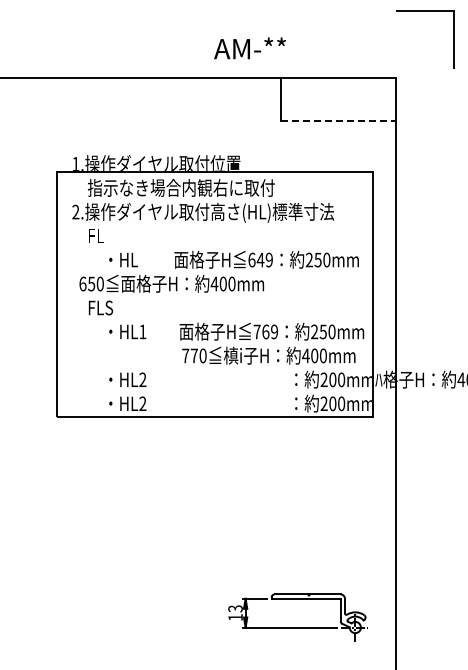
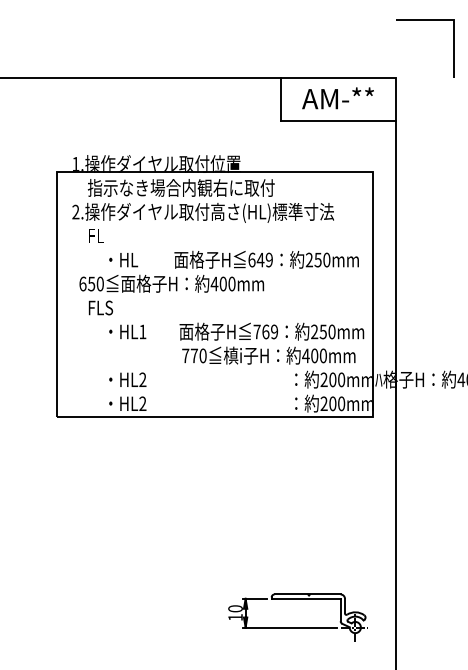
line at (425, 11) position: (425, 11) -> (425, 20)
text at (249, 48) position: (249, 48) -> (337, 98)
line at (339, 120): dashed -> solid
text at (235, 608): 13 -> 10
